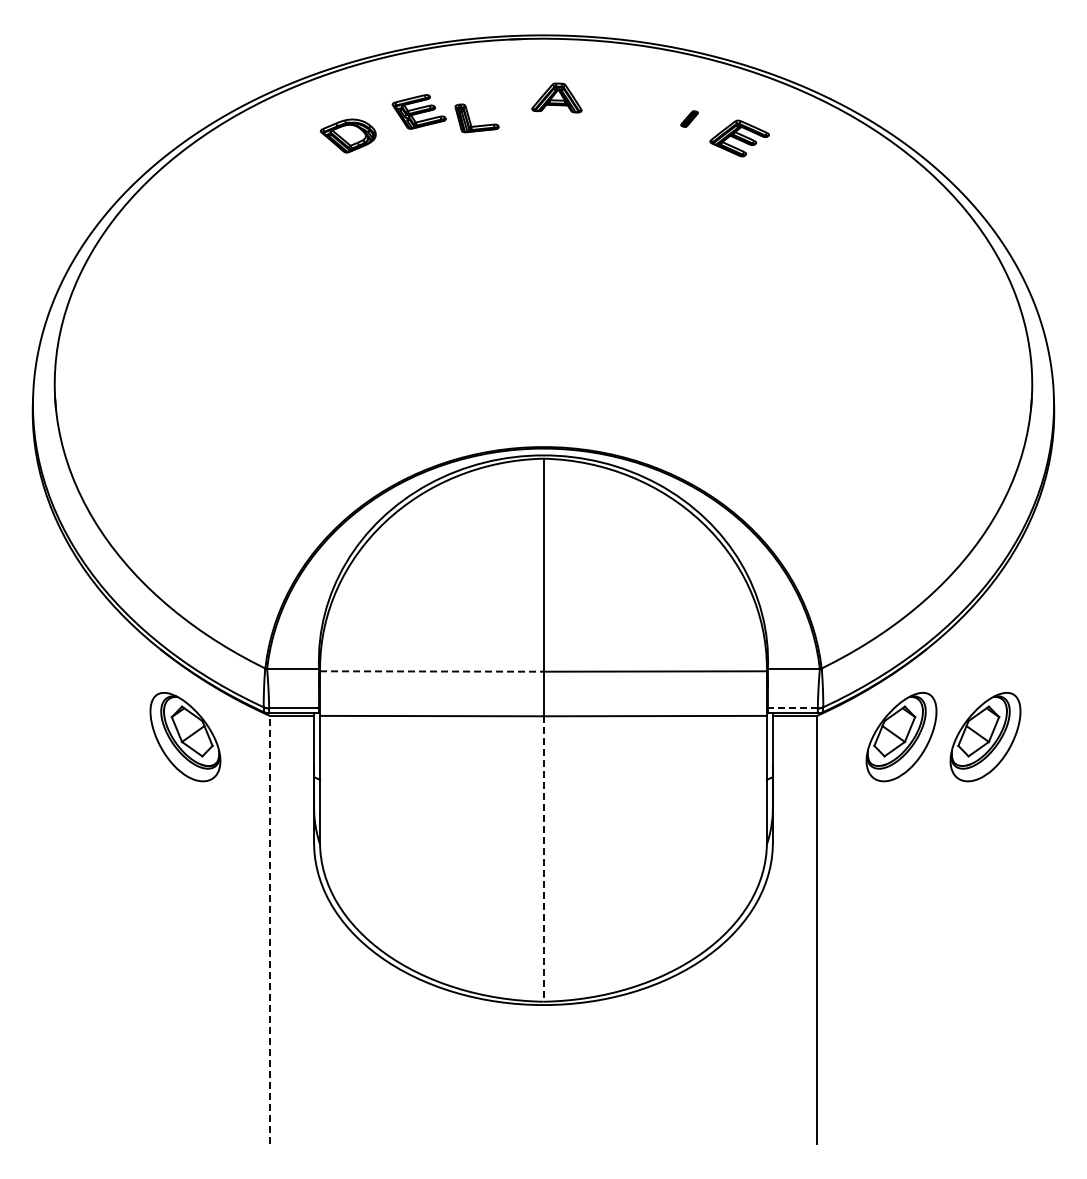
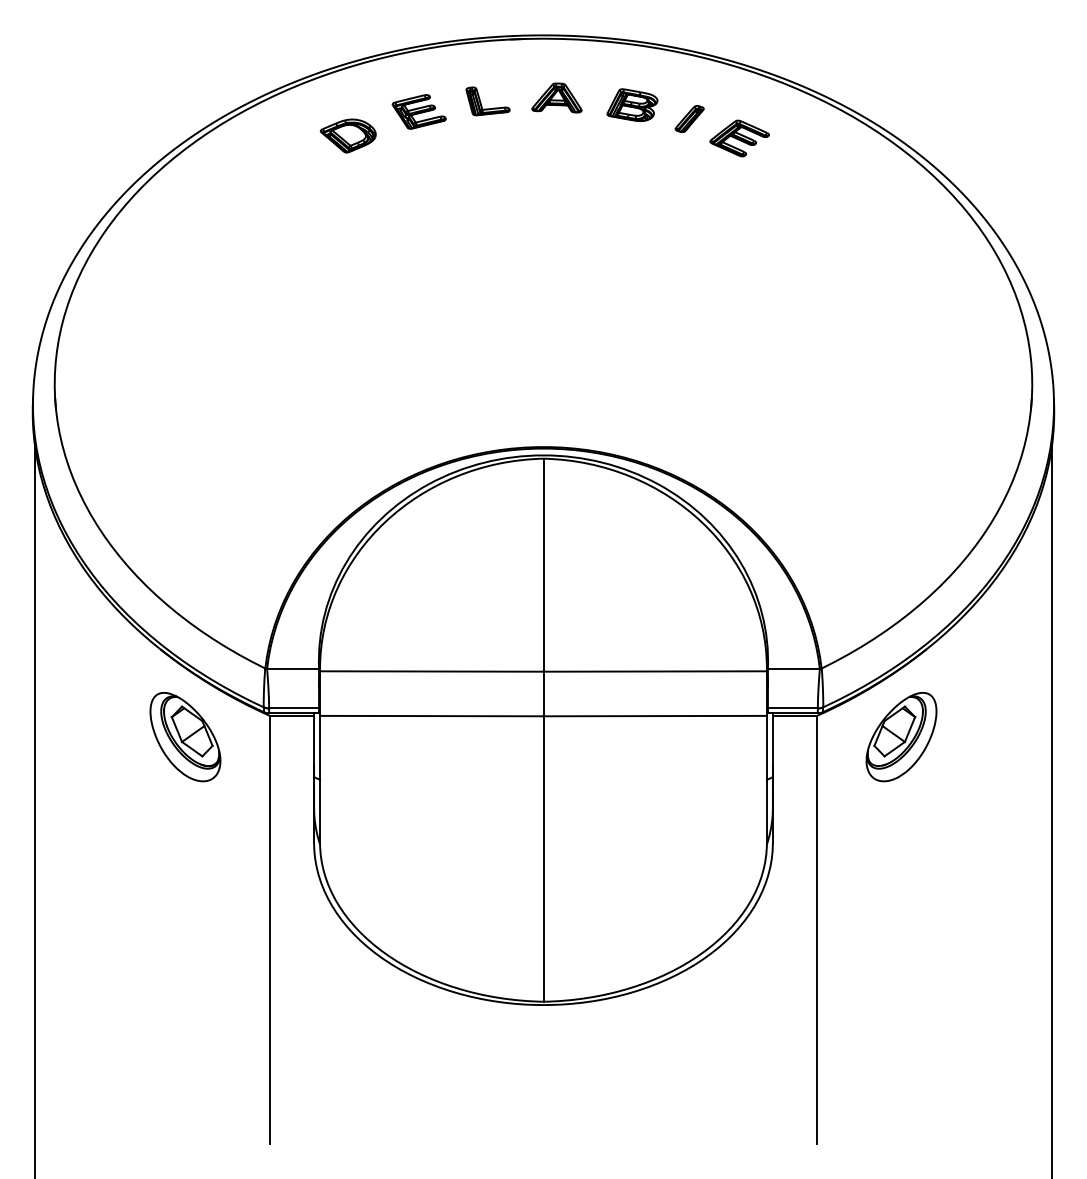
part at (632, 104): none -> present
part at (689, 118) size: 19x18 px -> 31x28 px
part at (470, 119) position: (470, 119) -> (481, 102)
line at (431, 671): dashed -> solid
line at (792, 708): dashed -> solid
part at (985, 737): present -> none
line at (34, 809): none -> present
line at (1052, 809): none -> present
line at (543, 859): dashed -> solid
line at (269, 929): dashed -> solid
